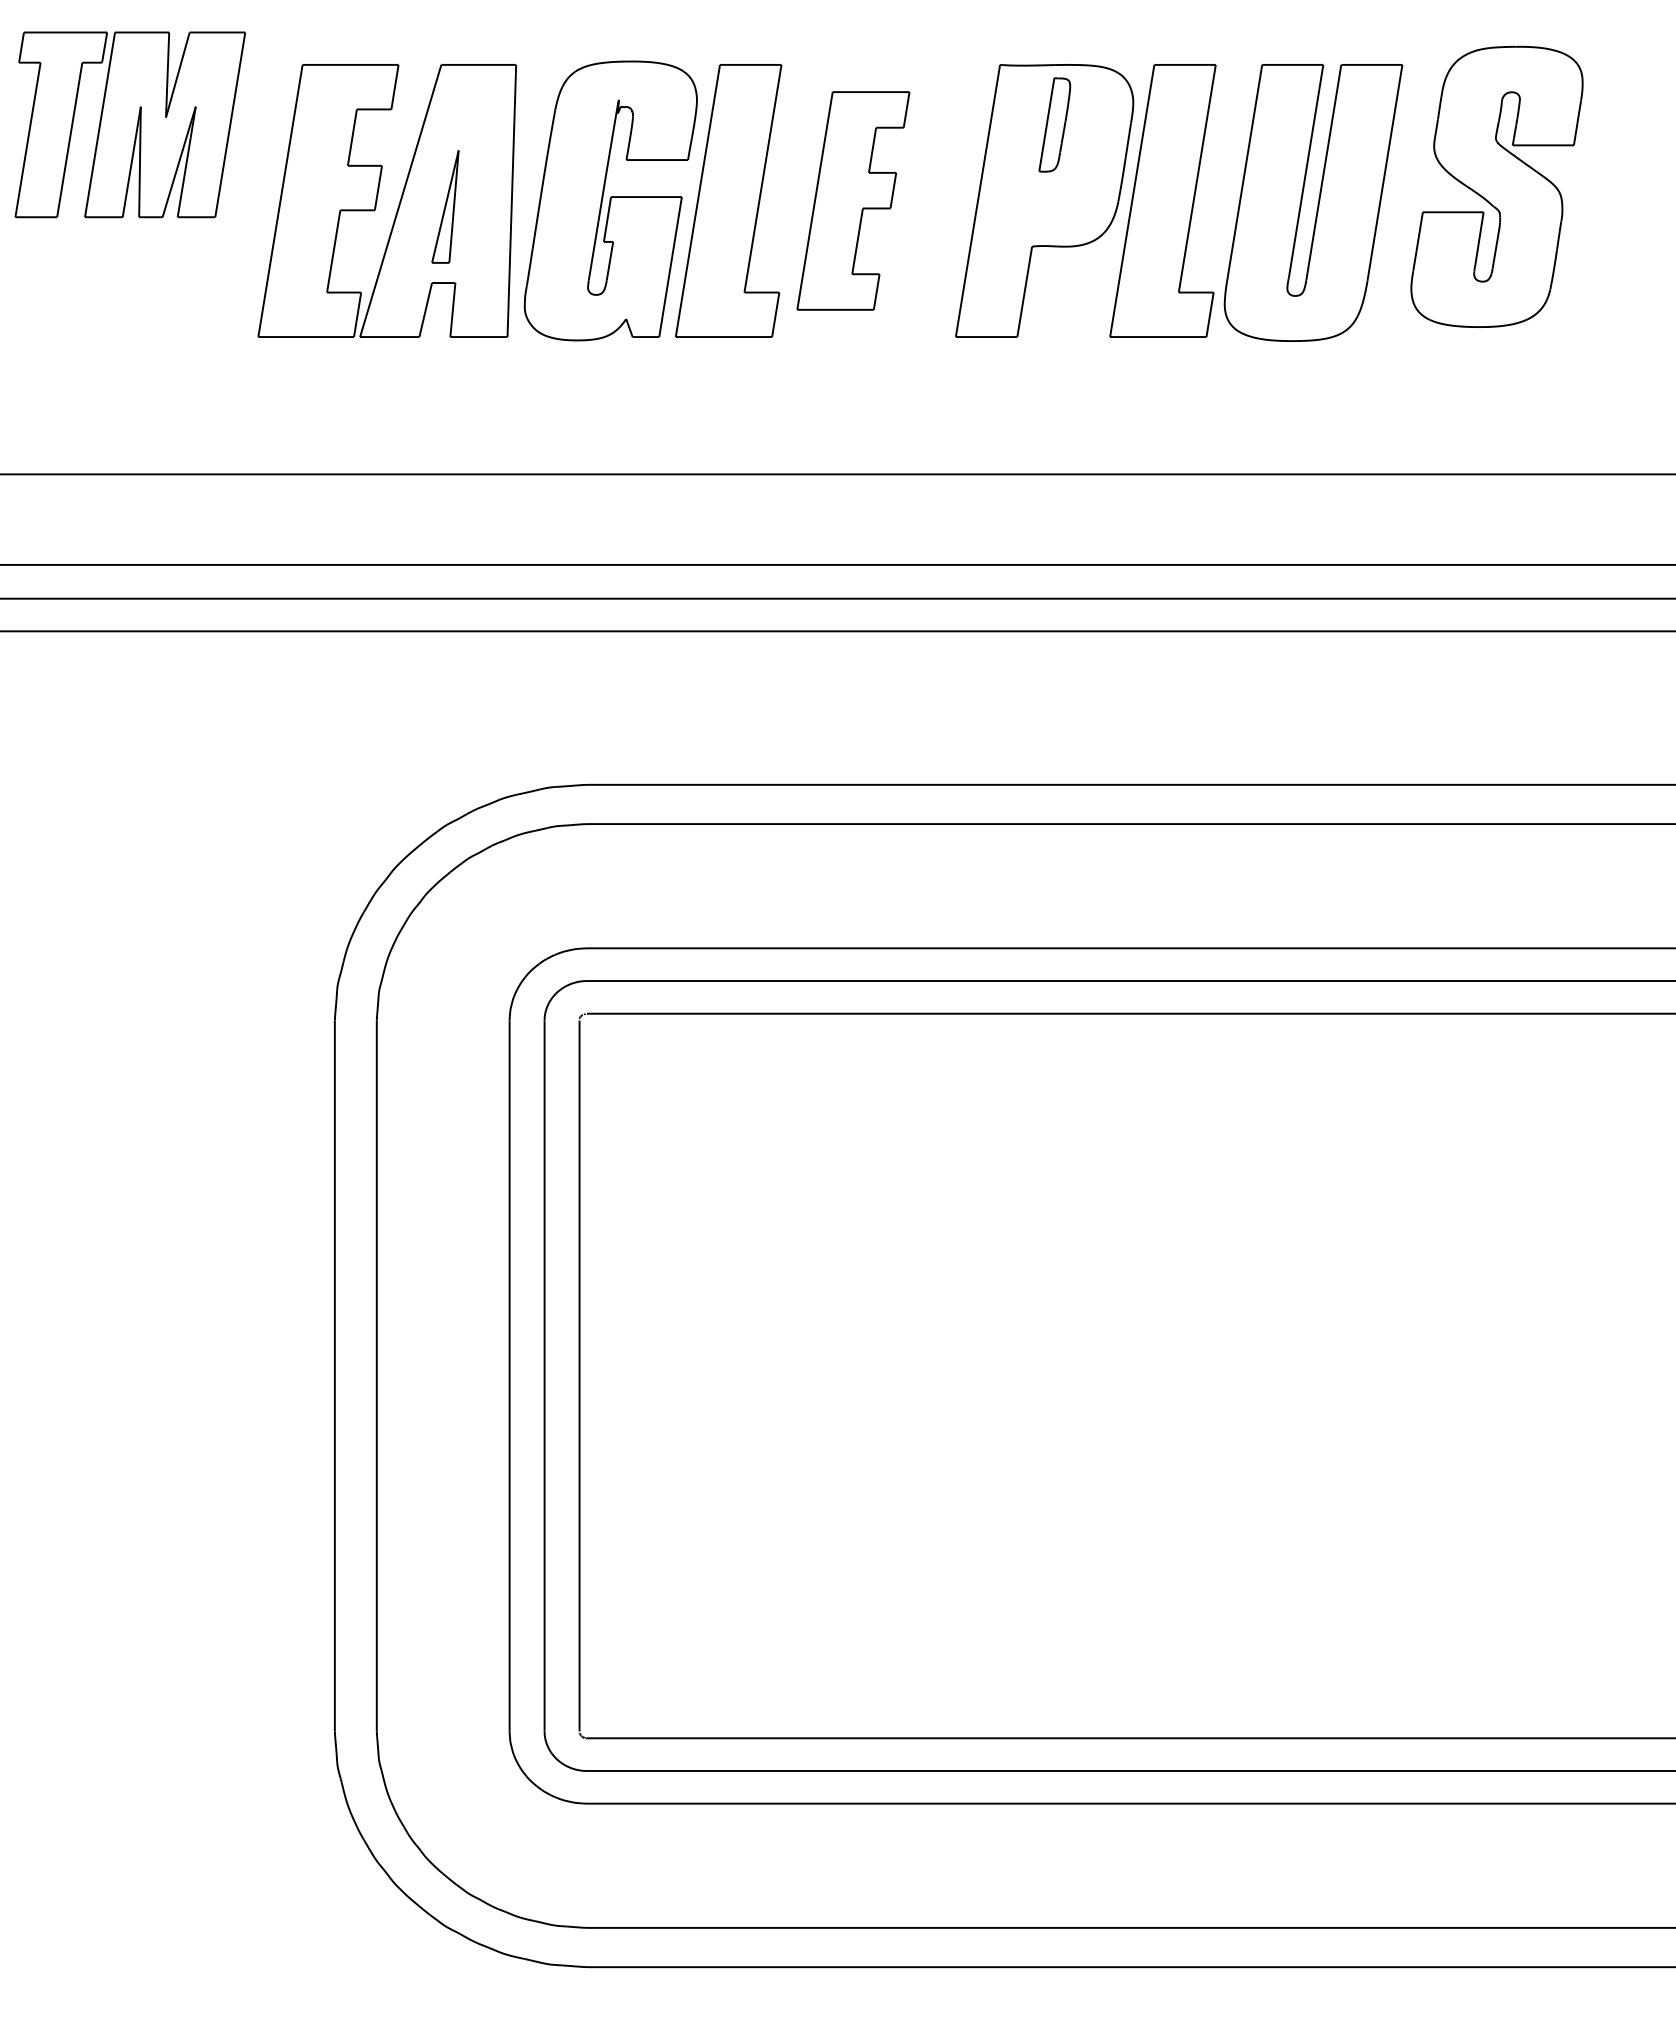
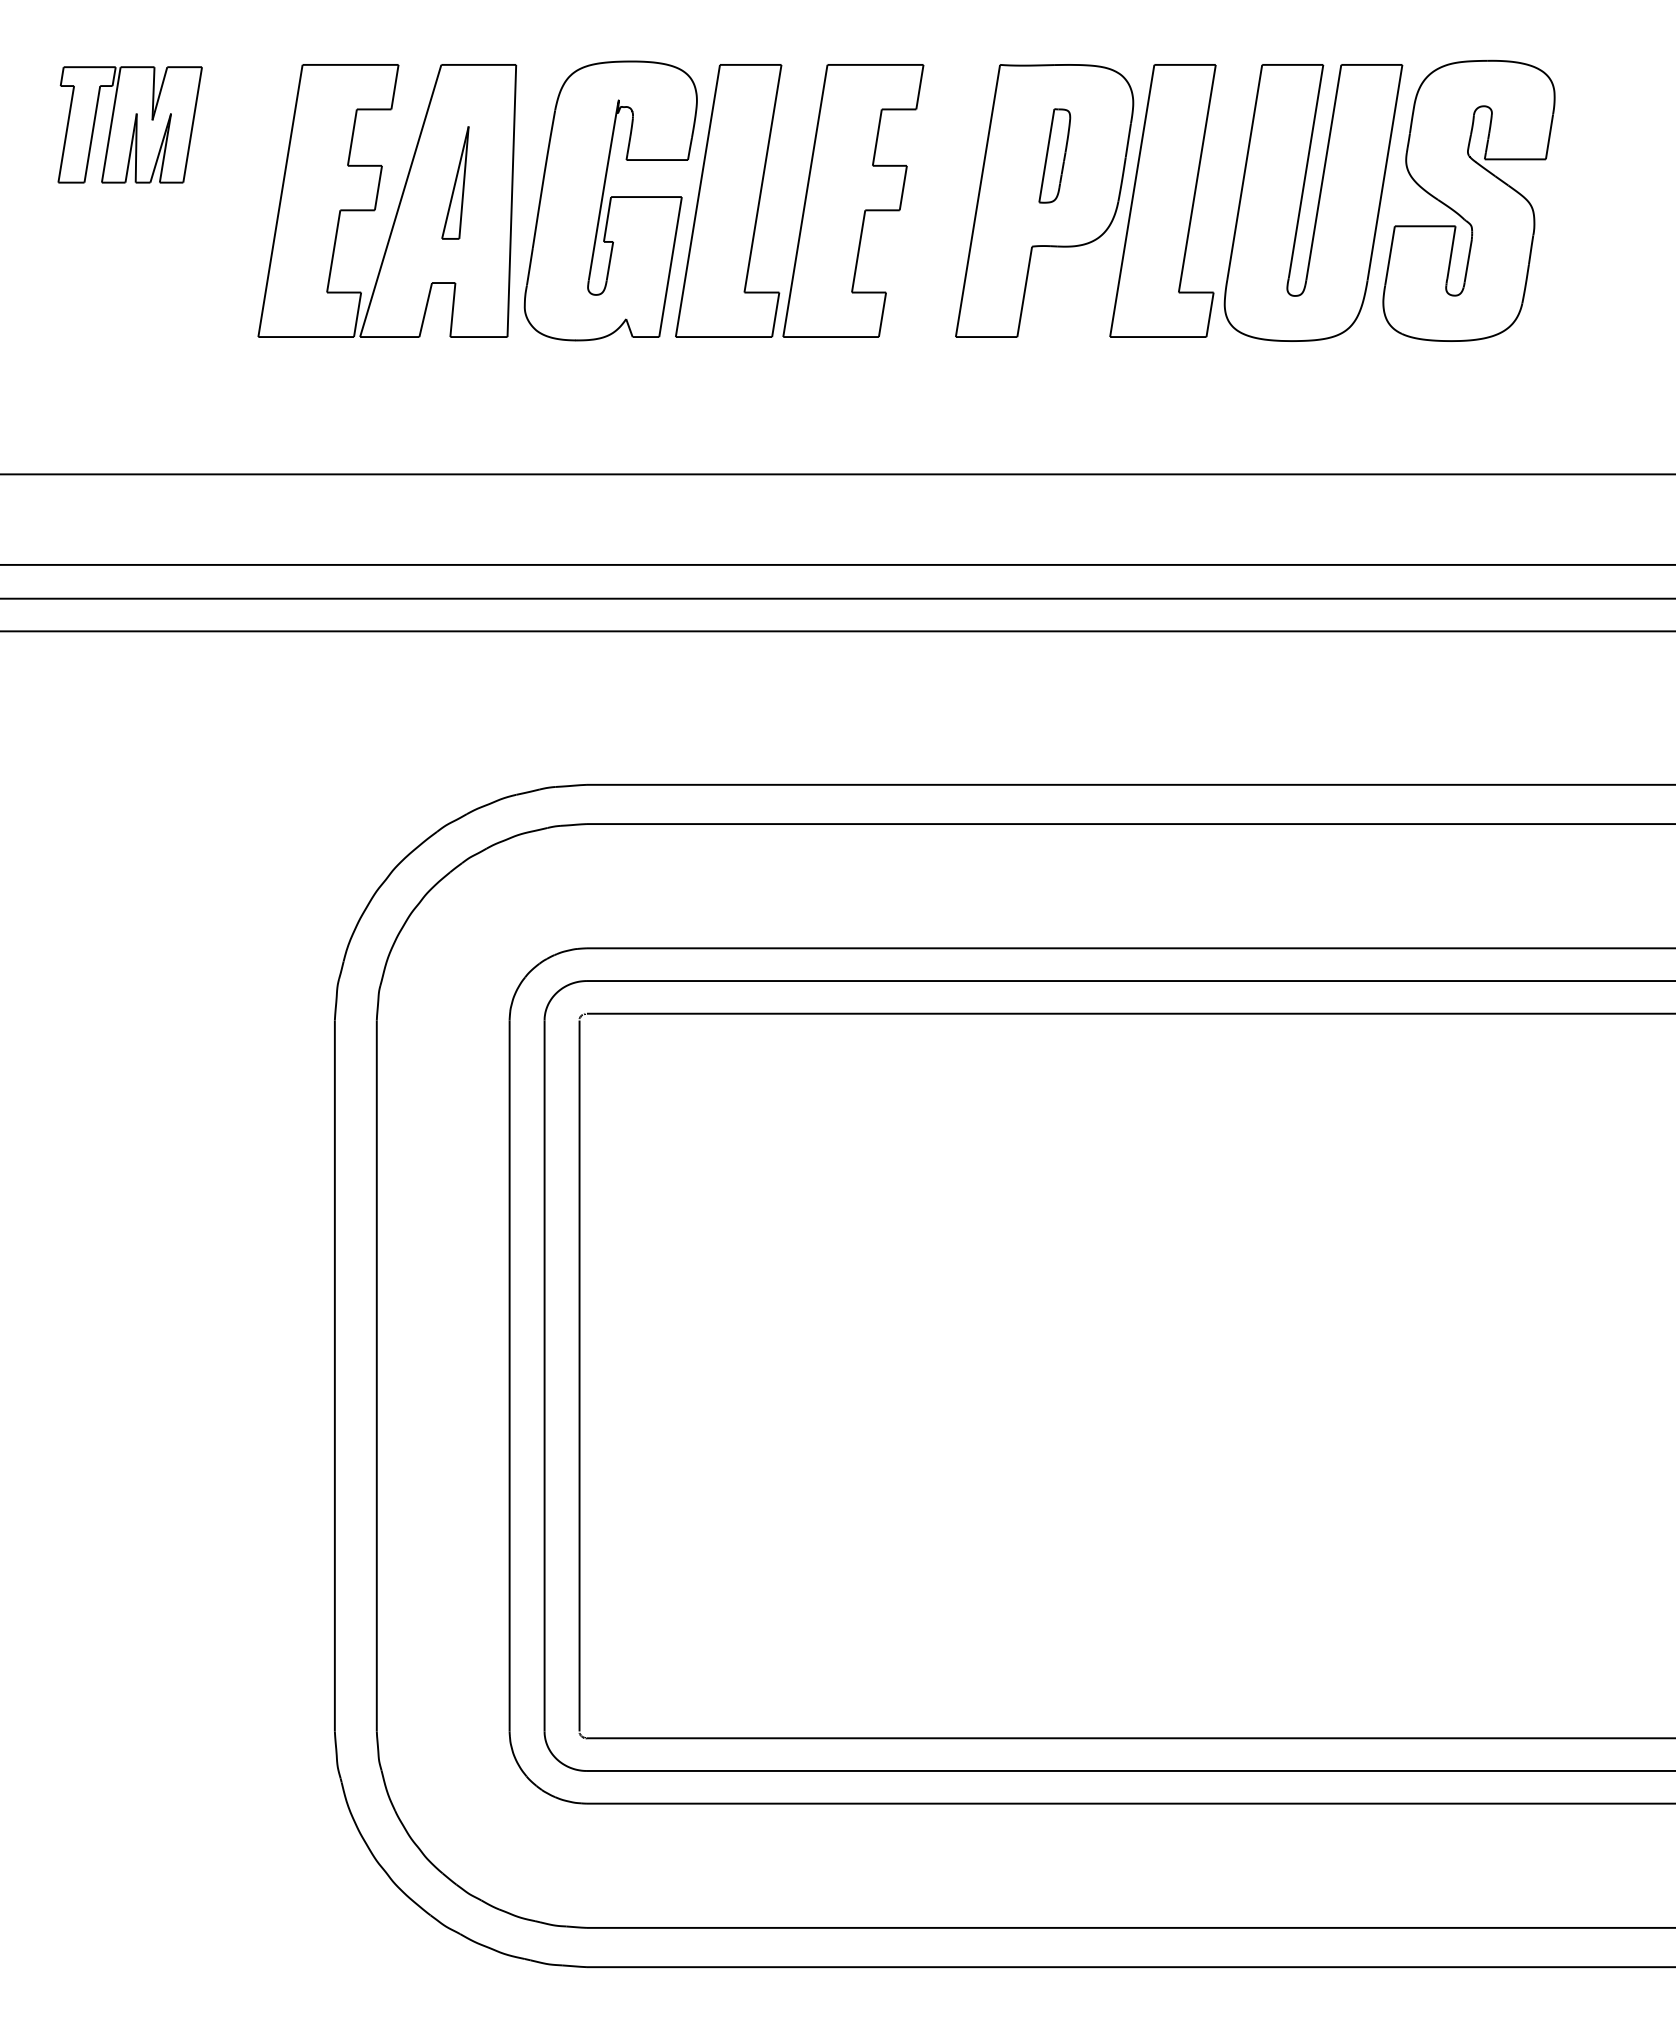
part at (129, 124) size: 232x188 px -> 146x118 px
part at (1054, 124) position: (1054, 124) -> (1054, 155)
part at (1496, 186) position: (1496, 186) -> (1468, 200)
part at (853, 200) size: 115x220 px -> 143x274 px
part at (445, 206) position: (445, 206) -> (455, 182)
